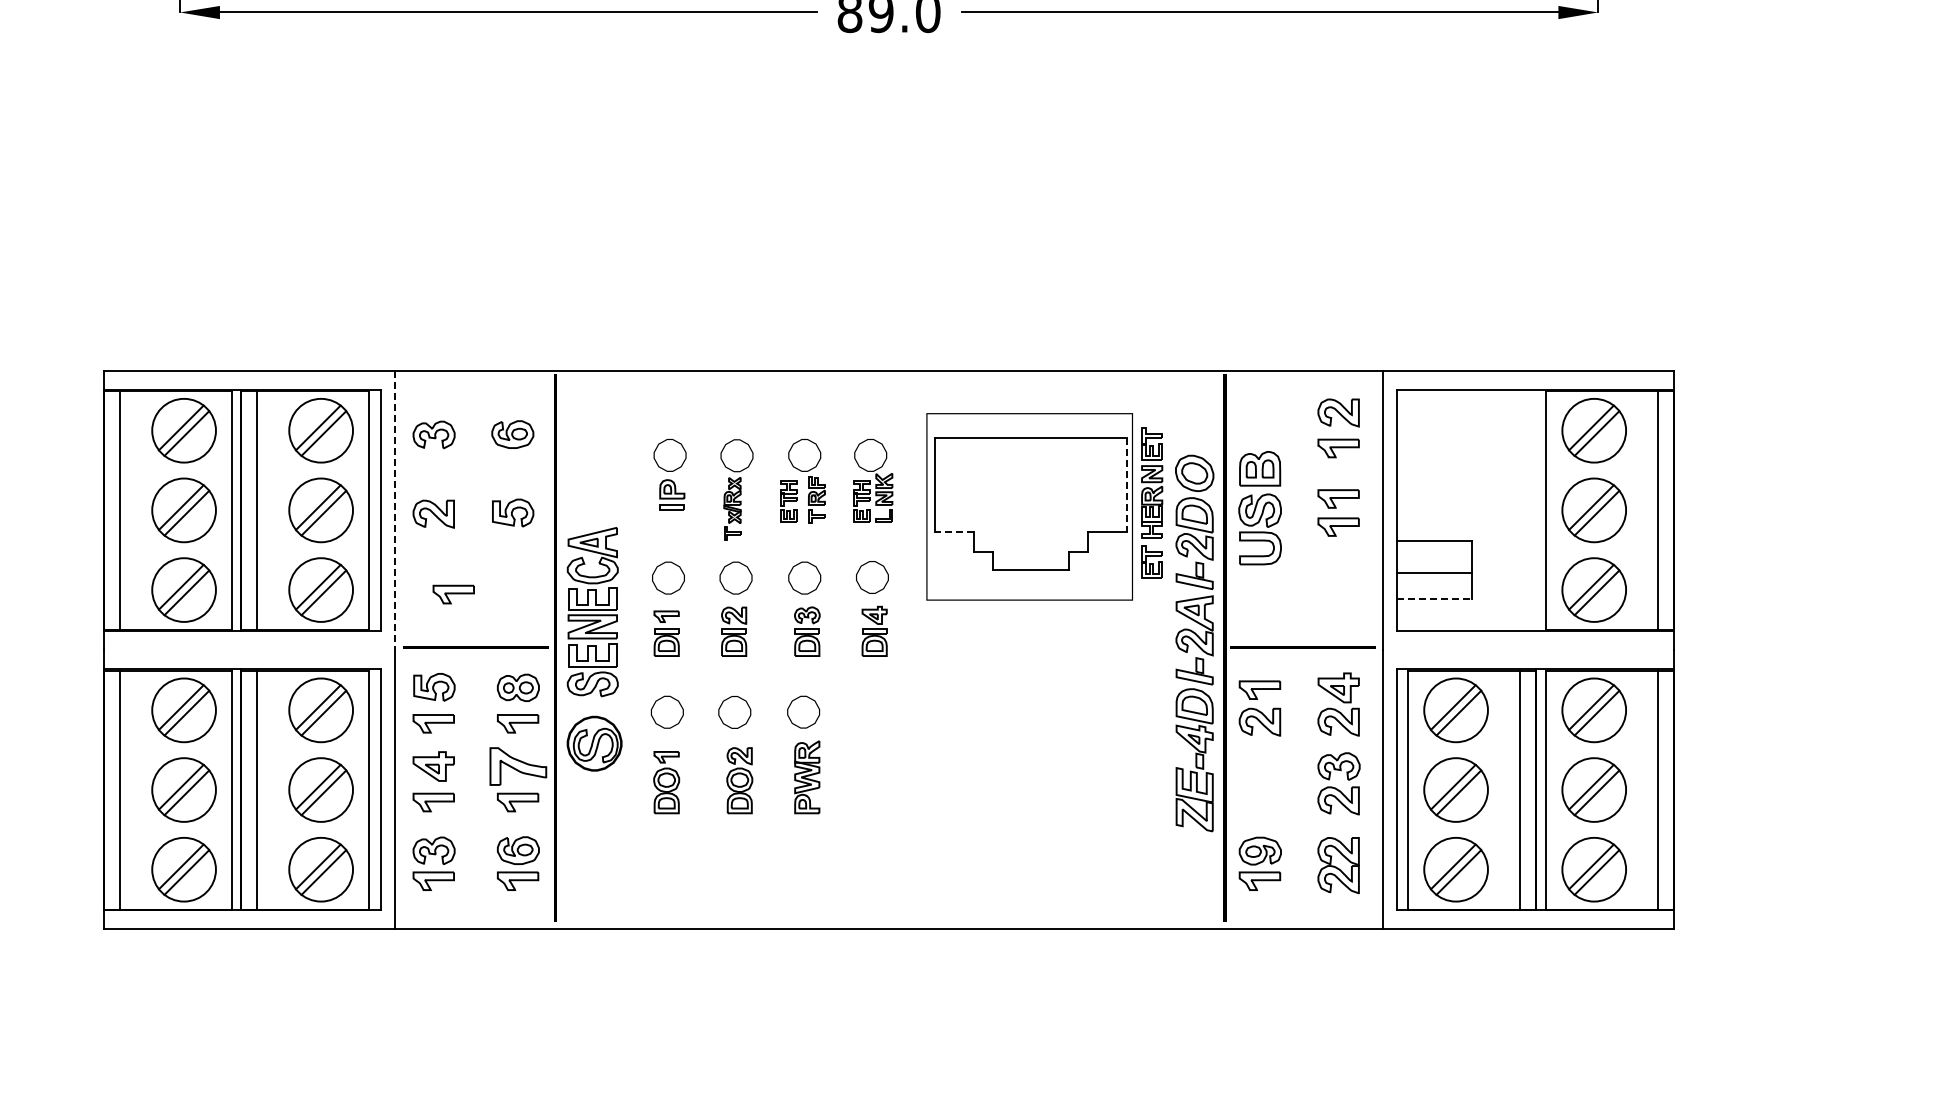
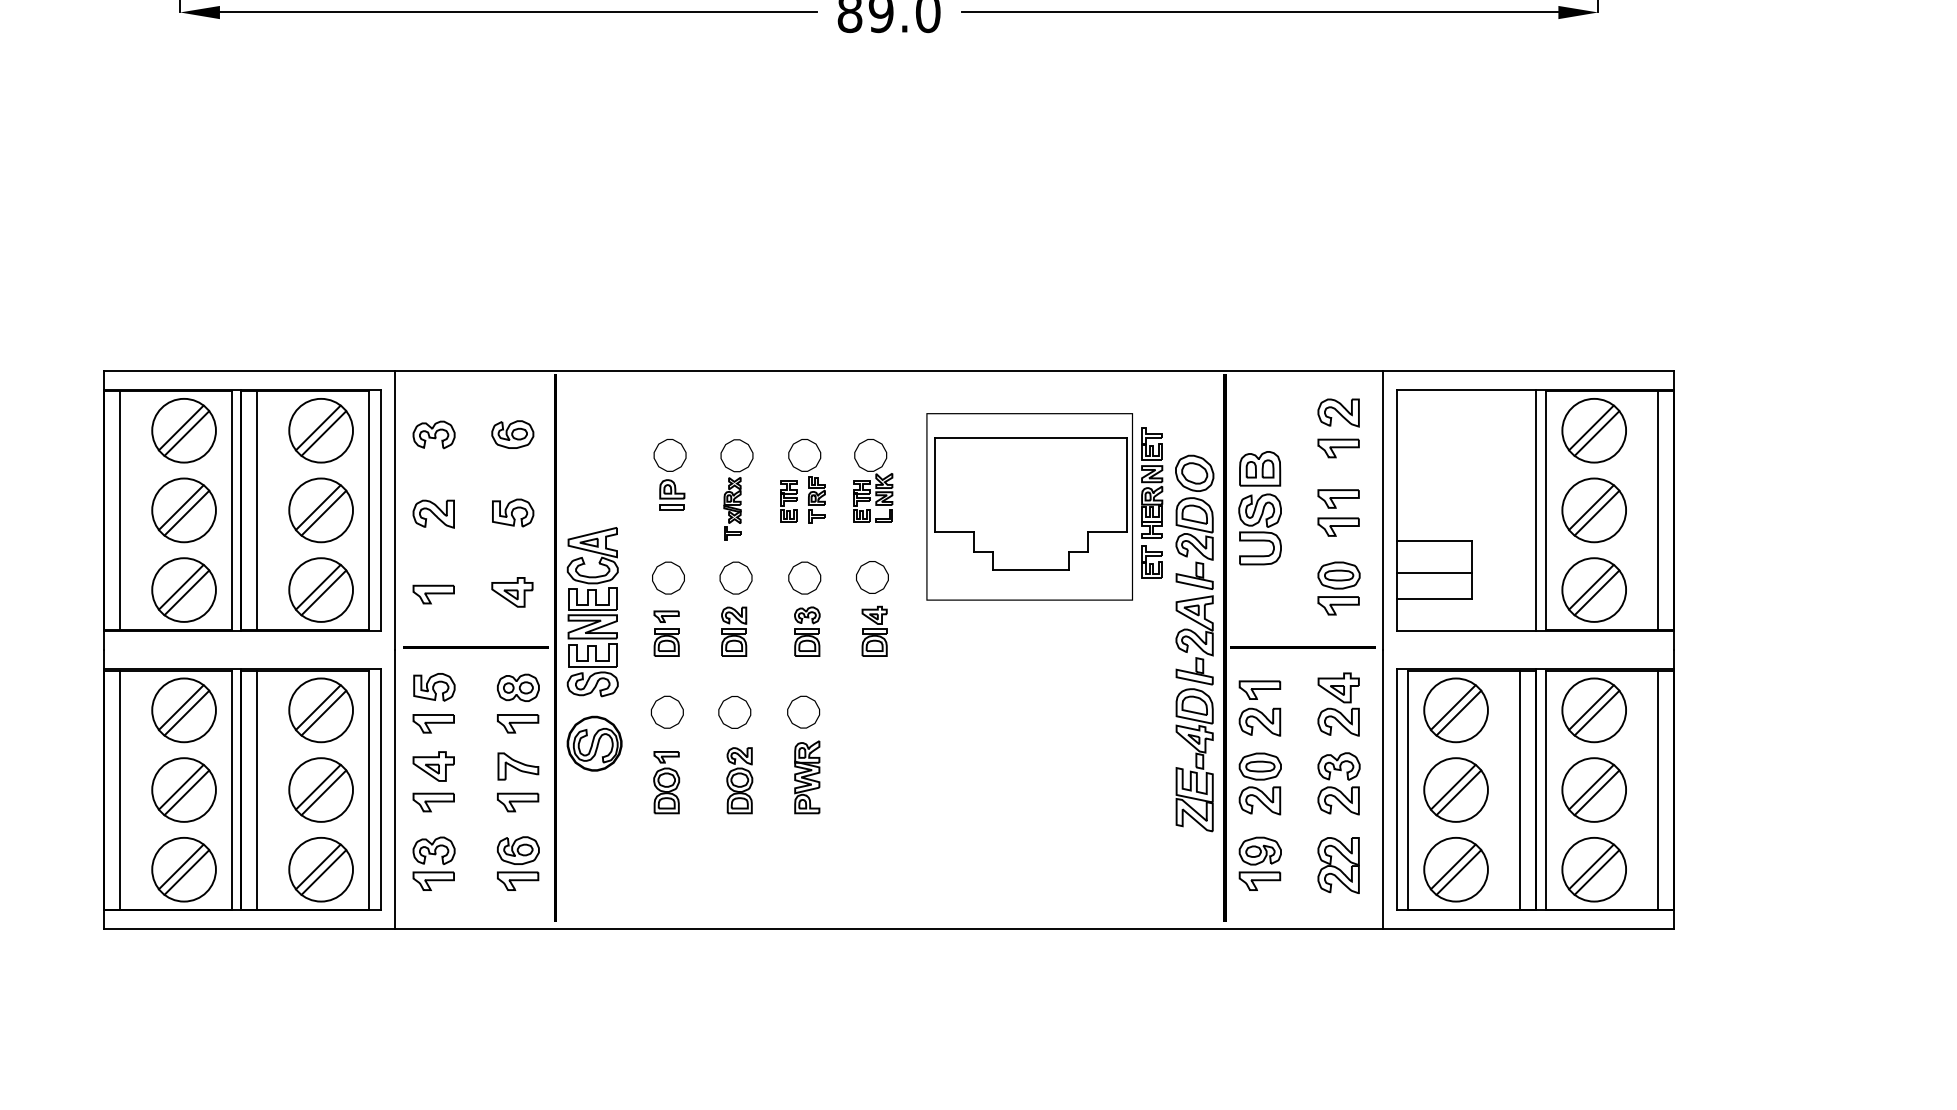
line at (1126, 485): dashed -> solid
line at (395, 510): dashed -> solid
line at (1535, 510): none -> present
line at (954, 532): dashed -> solid
part at (1338, 588): none -> present
part at (512, 592): none -> present
part at (453, 594) position: (453, 594) -> (433, 594)
line at (1435, 598): dashed -> solid
part at (518, 766) size: 59x39 px -> 43x29 px
part at (1259, 783): none -> present
